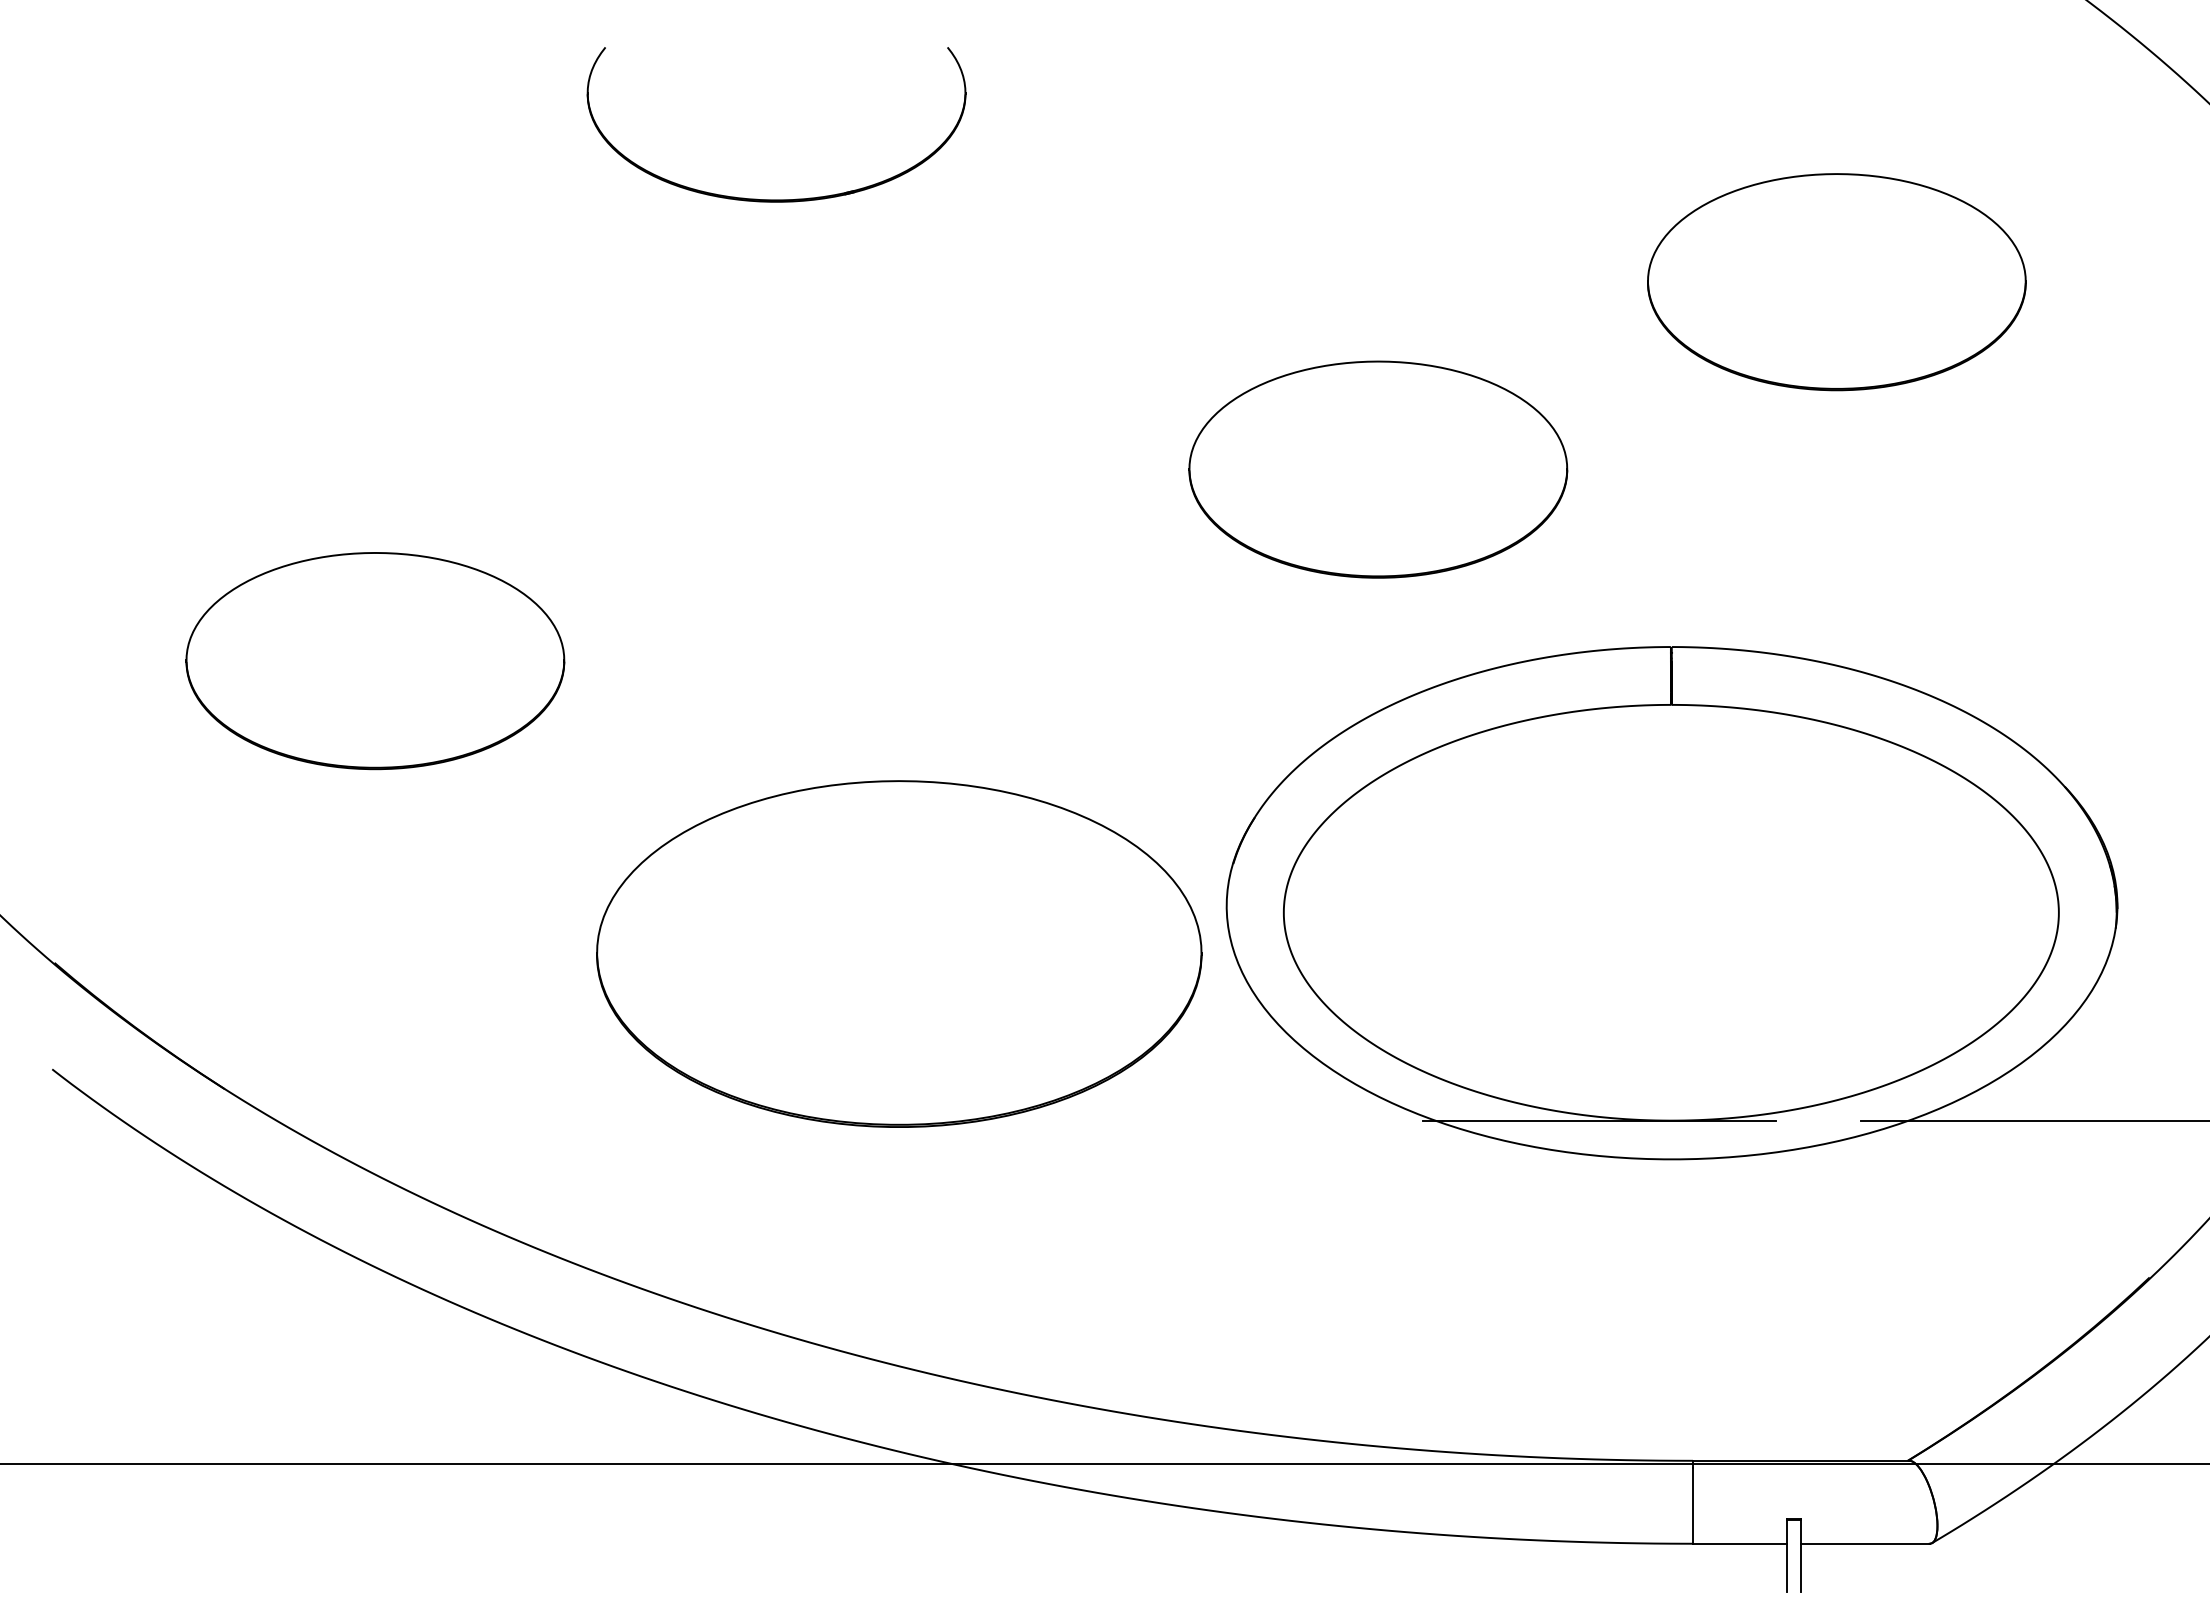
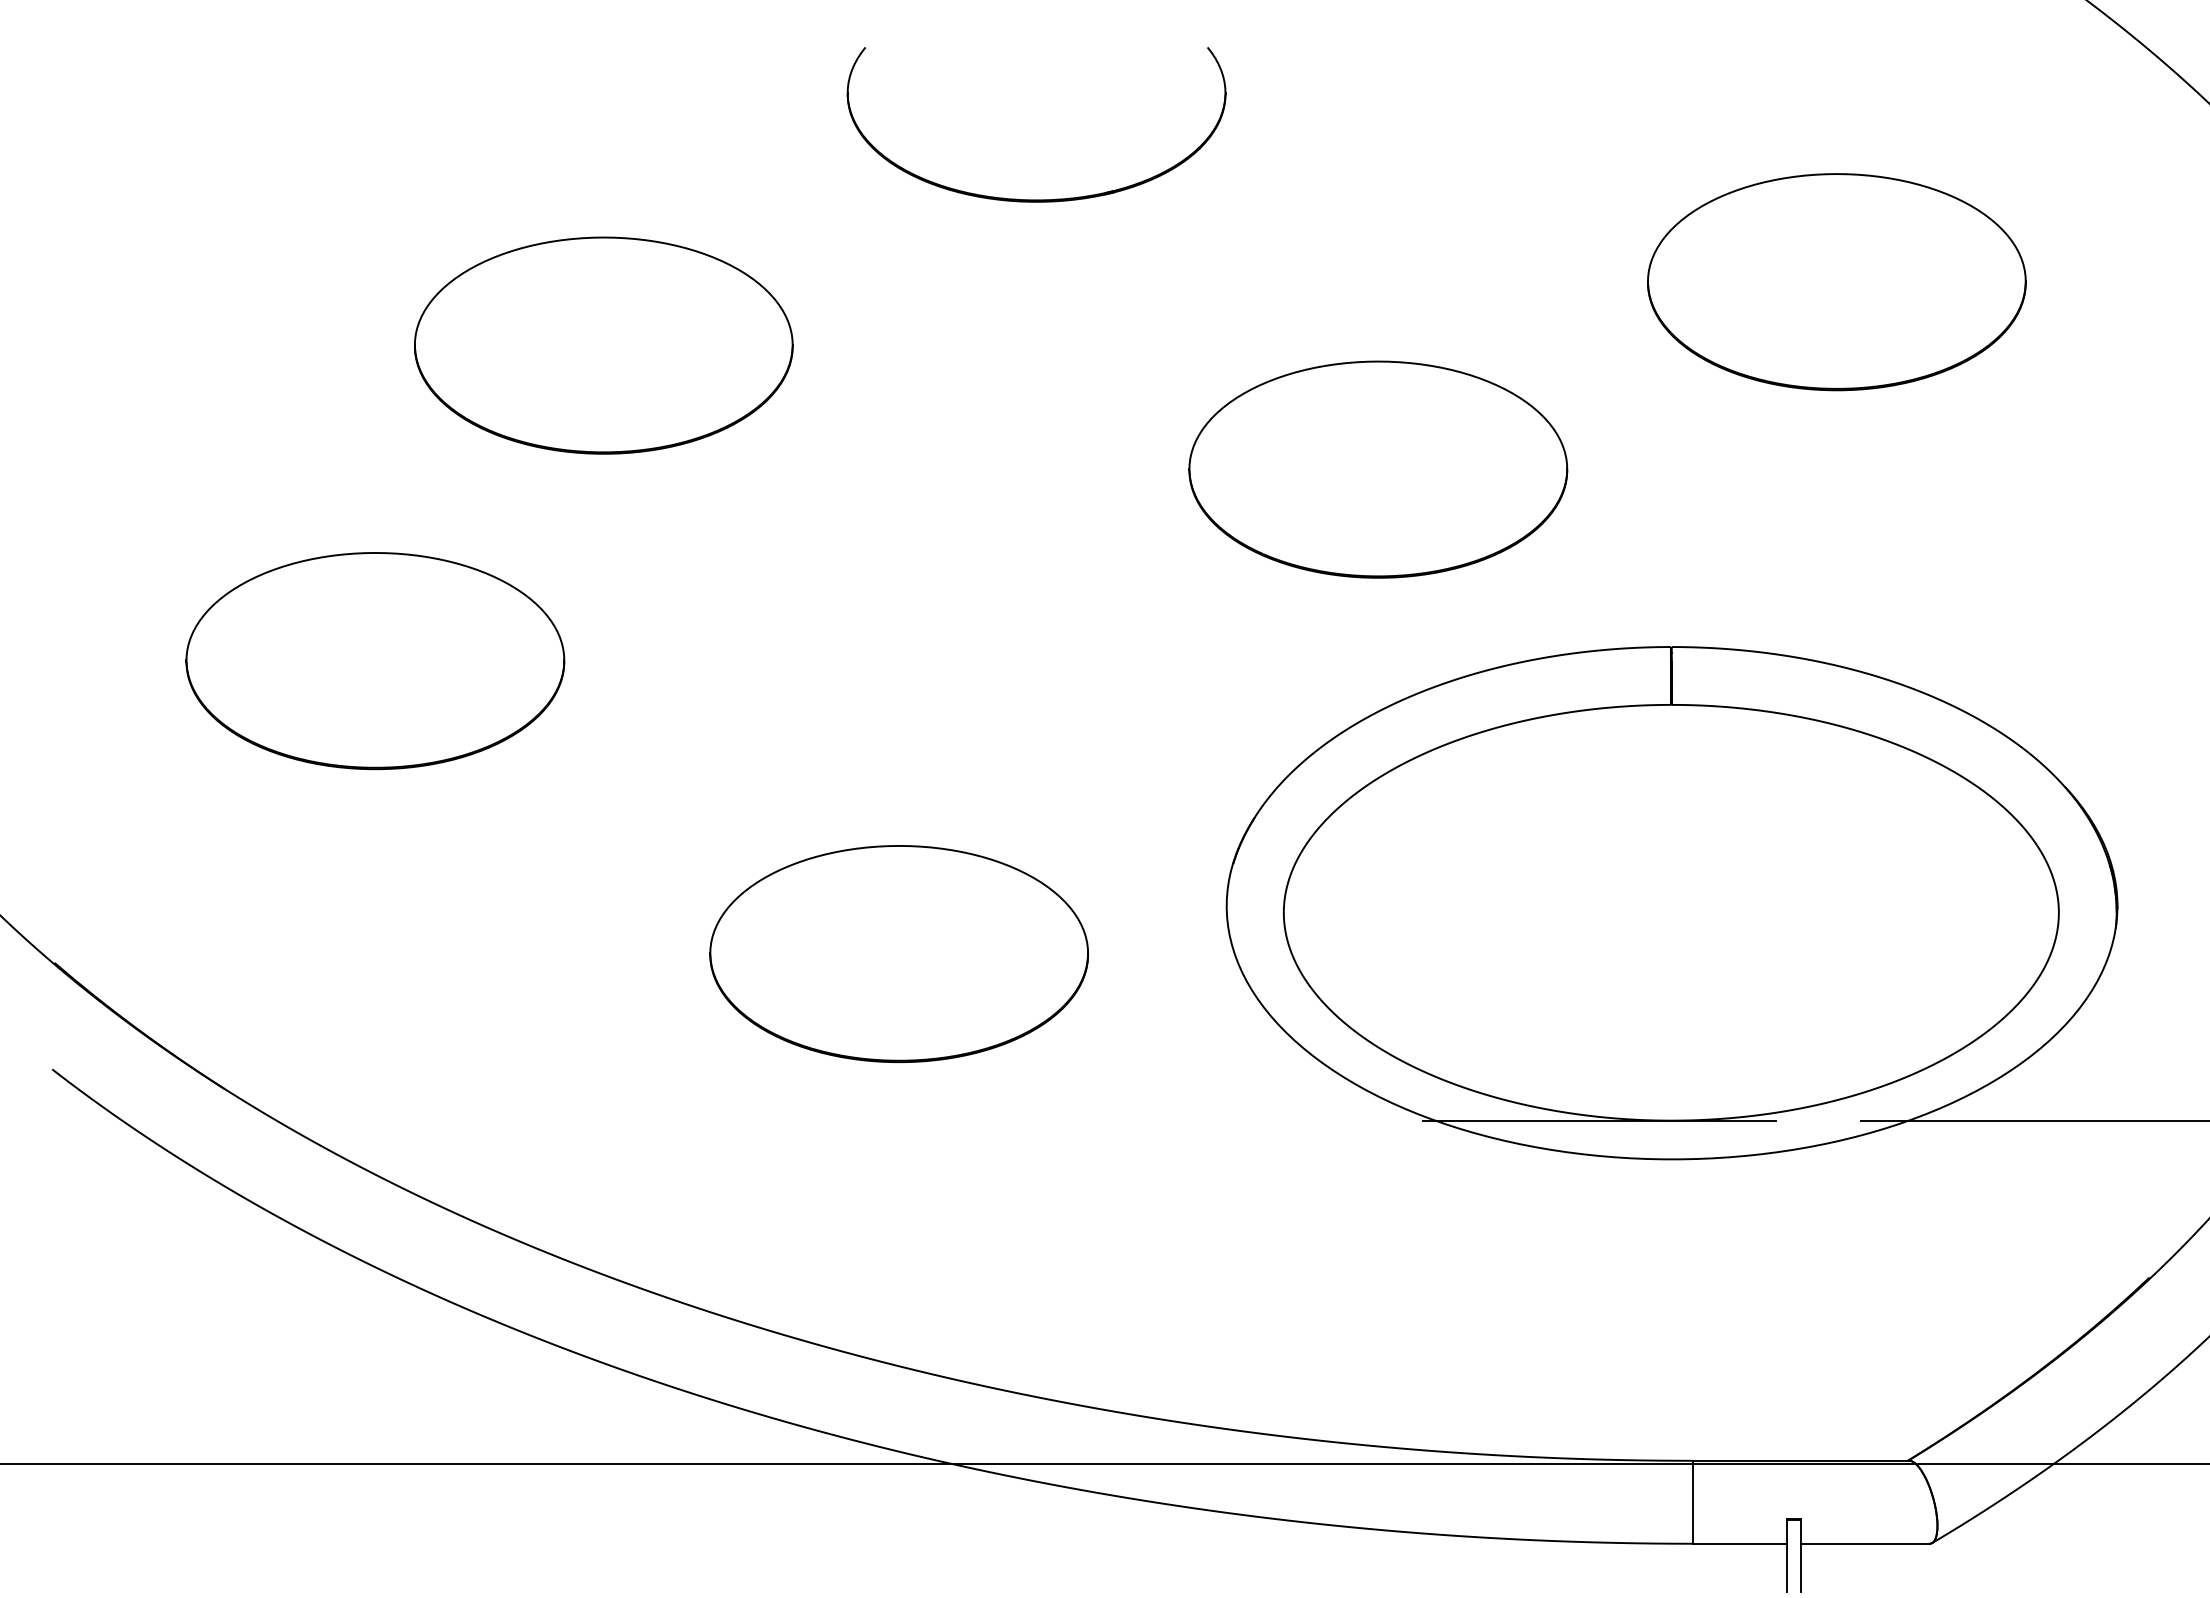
part at (776, 199) position: (776, 199) -> (1036, 199)
part at (603, 345): none -> present
part at (899, 953) size: 607x348 px -> 380x218 px
